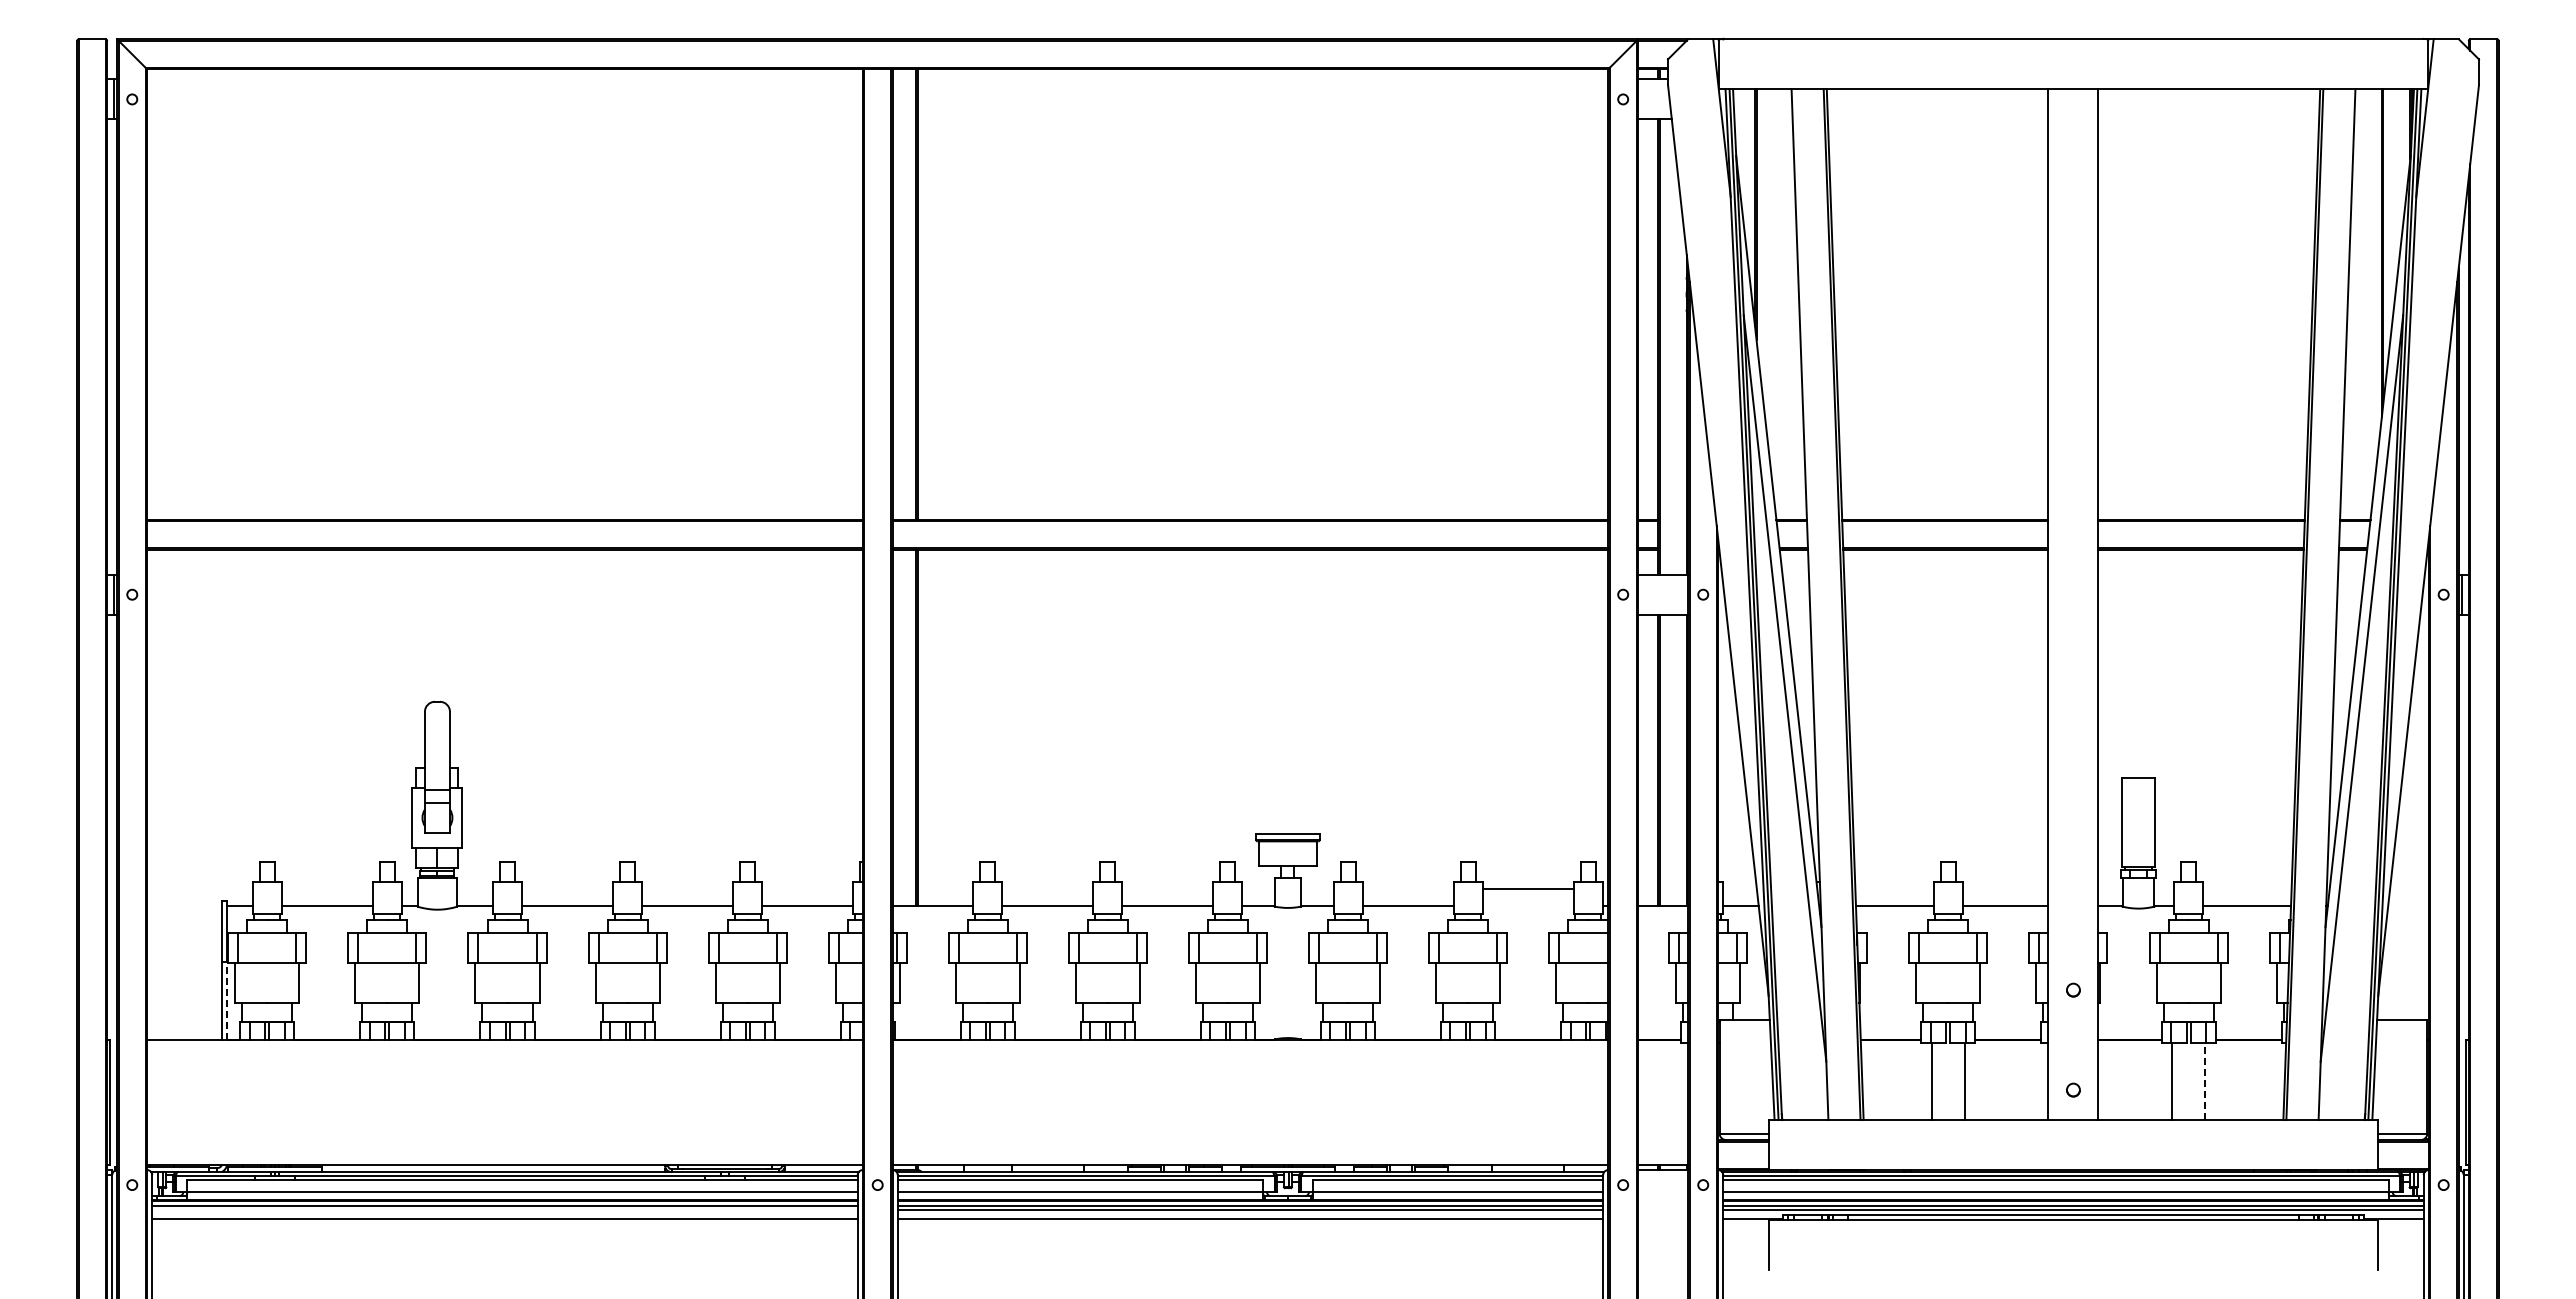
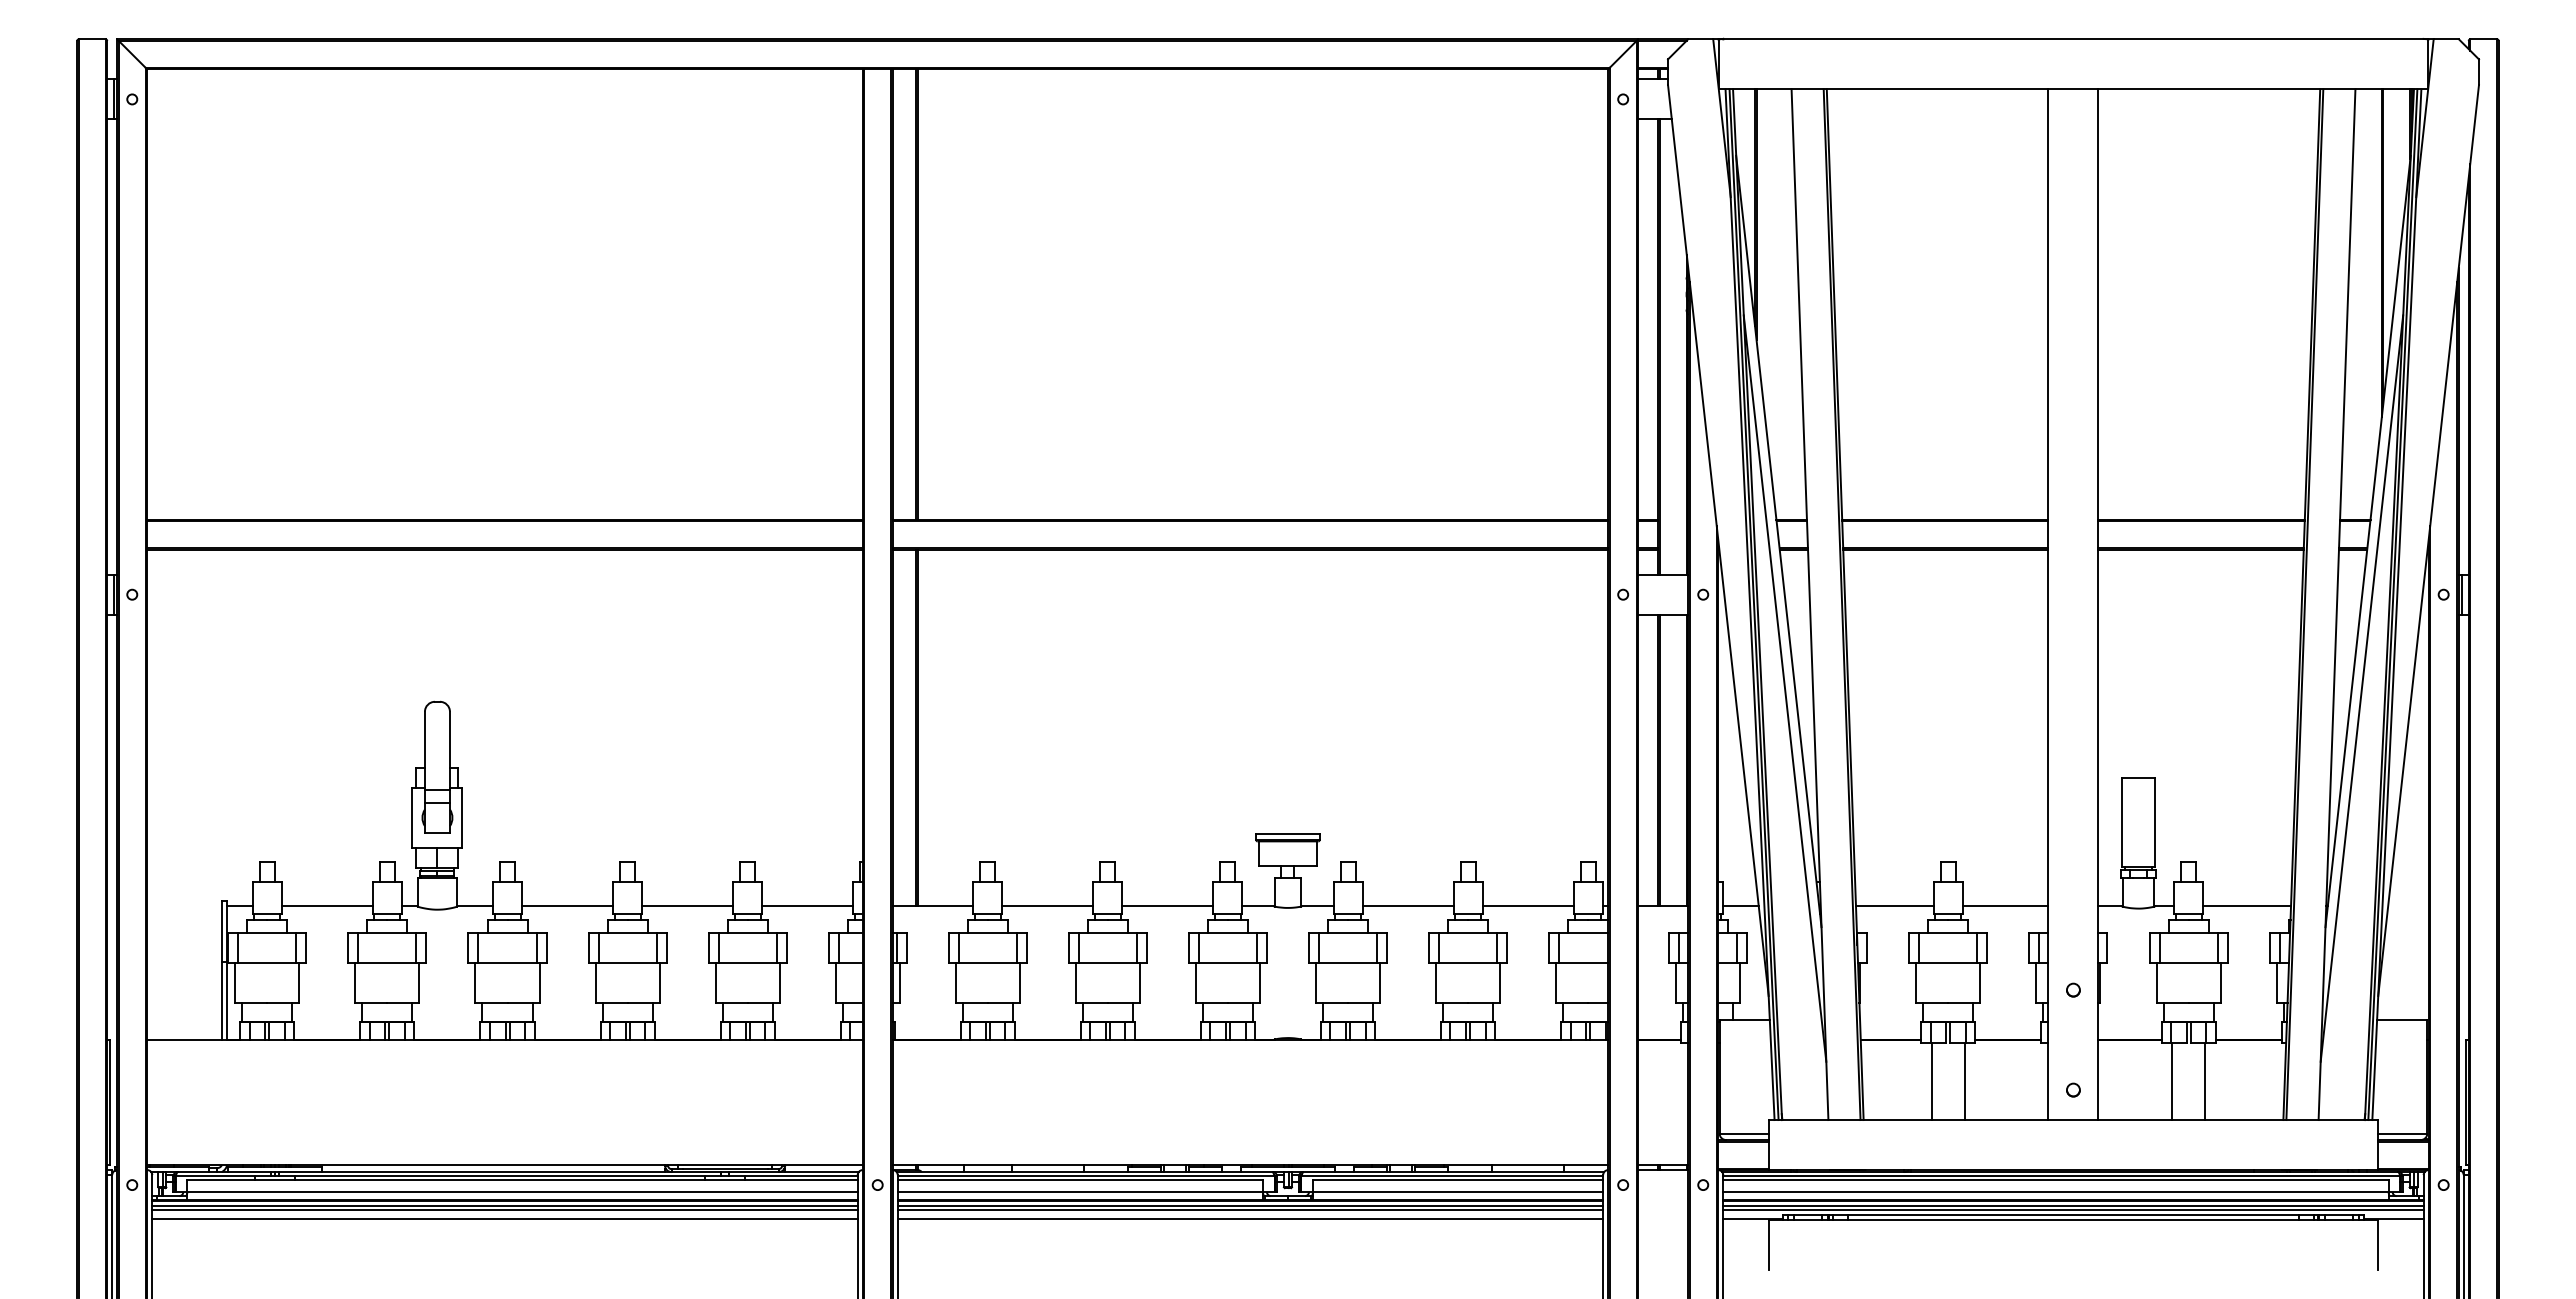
line at (1527, 889) position: (1527, 889) -> (1527, 906)
line at (227, 1001): dashed -> solid
line at (2205, 1081): dashed -> solid
line at (504, 1210): none -> present
